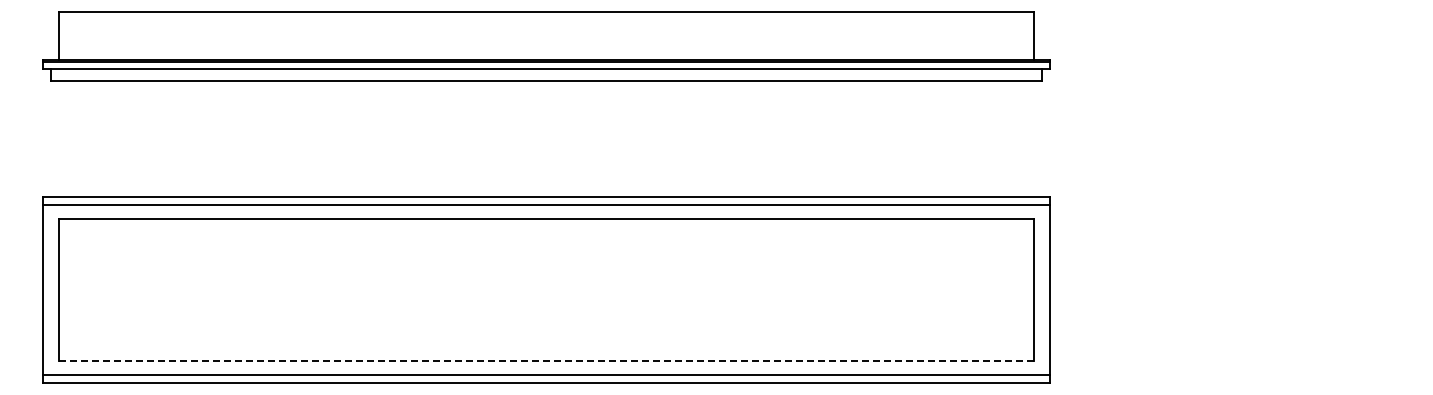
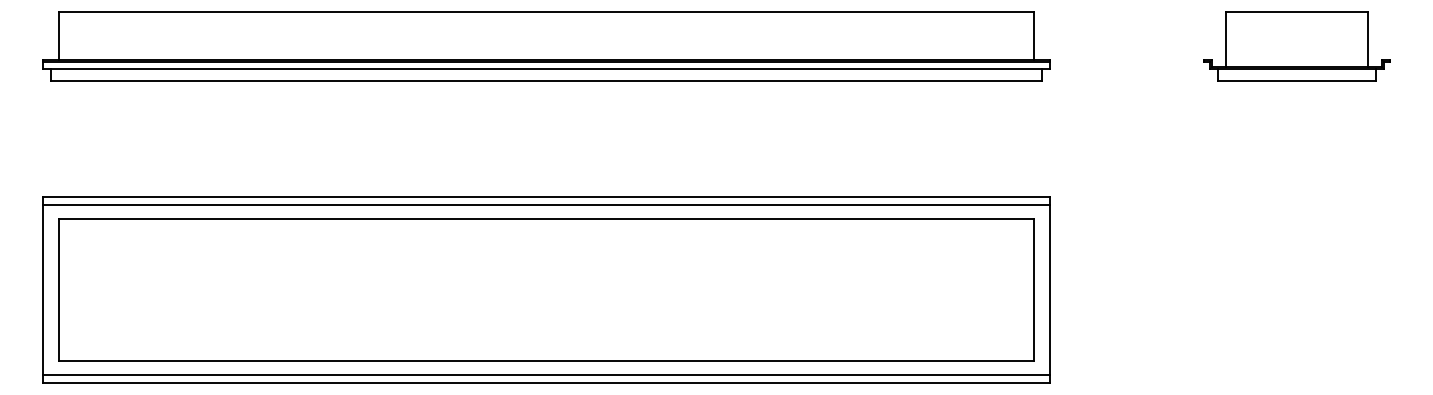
part at (1296, 46): none -> present
line at (546, 361): dashed -> solid
